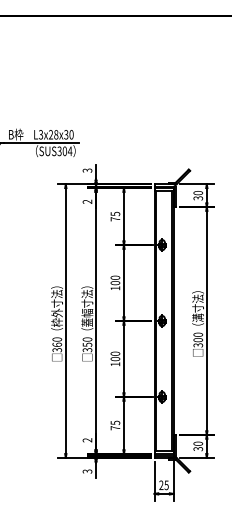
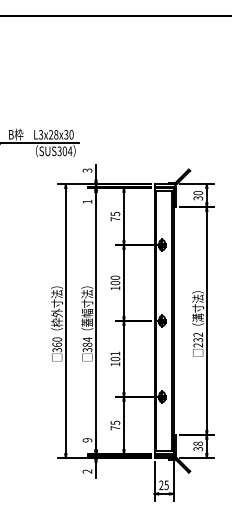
text at (87, 201): 2 -> 1
text at (198, 339): 300 -> 232
text at (87, 341): 350 -> 384
text at (115, 353): 100 -> 101
text at (87, 440): 2 -> 9
text at (198, 443): 30 -> 38
text at (88, 471): 3 -> 2
